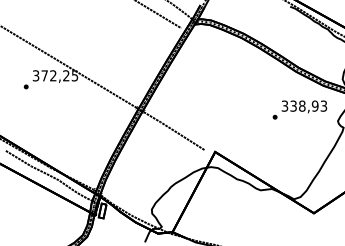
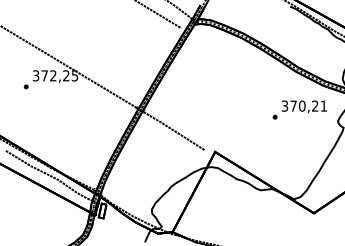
text at (308, 105): 338,93 -> 370,21
